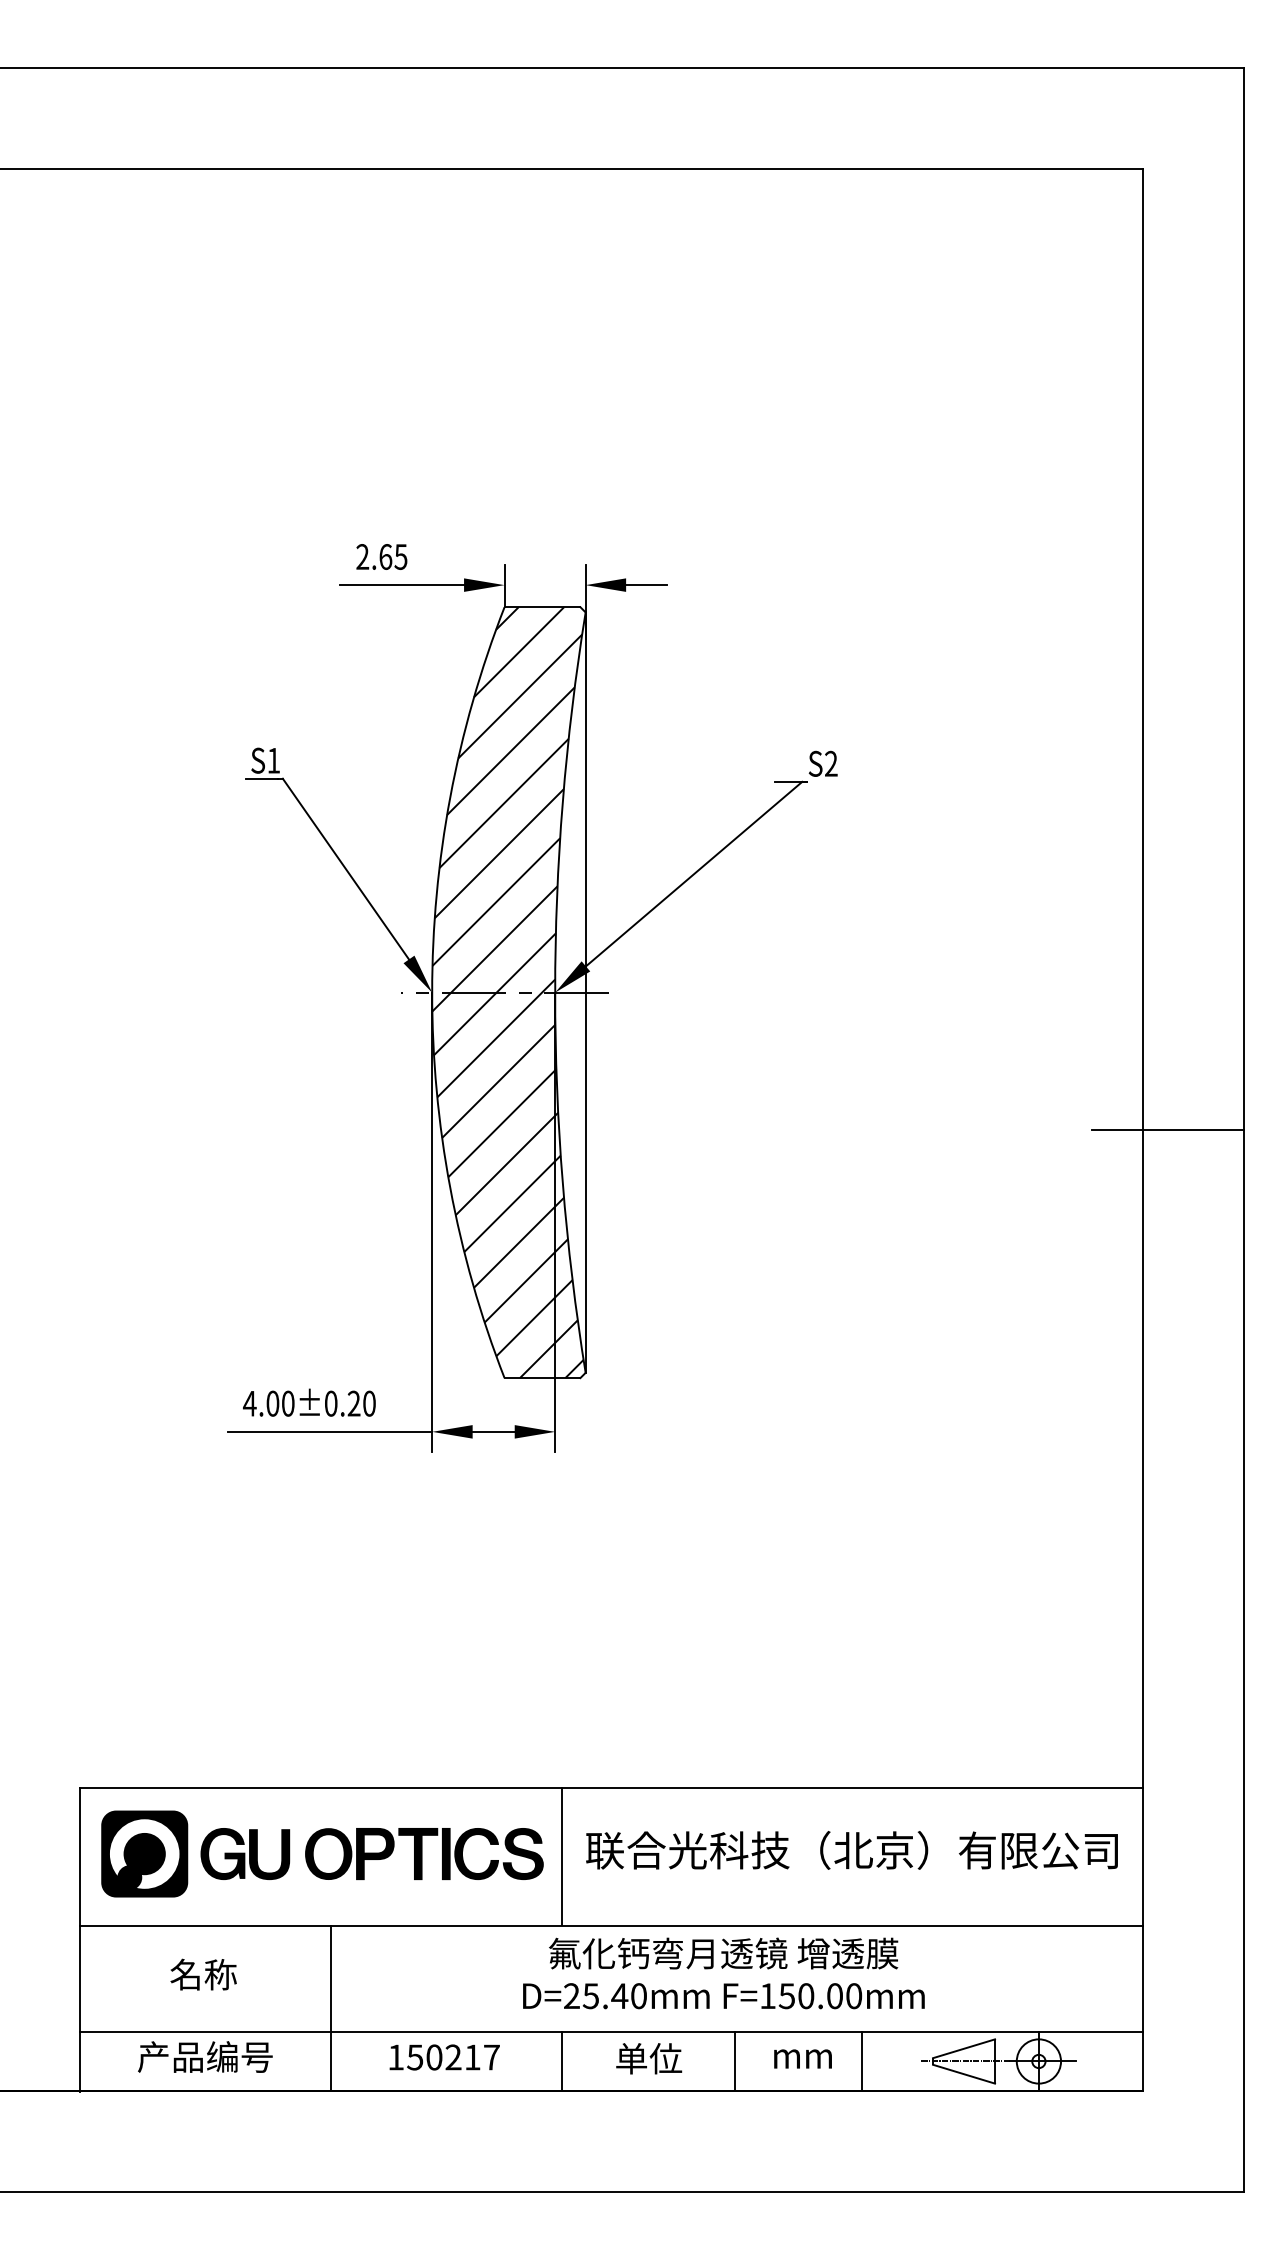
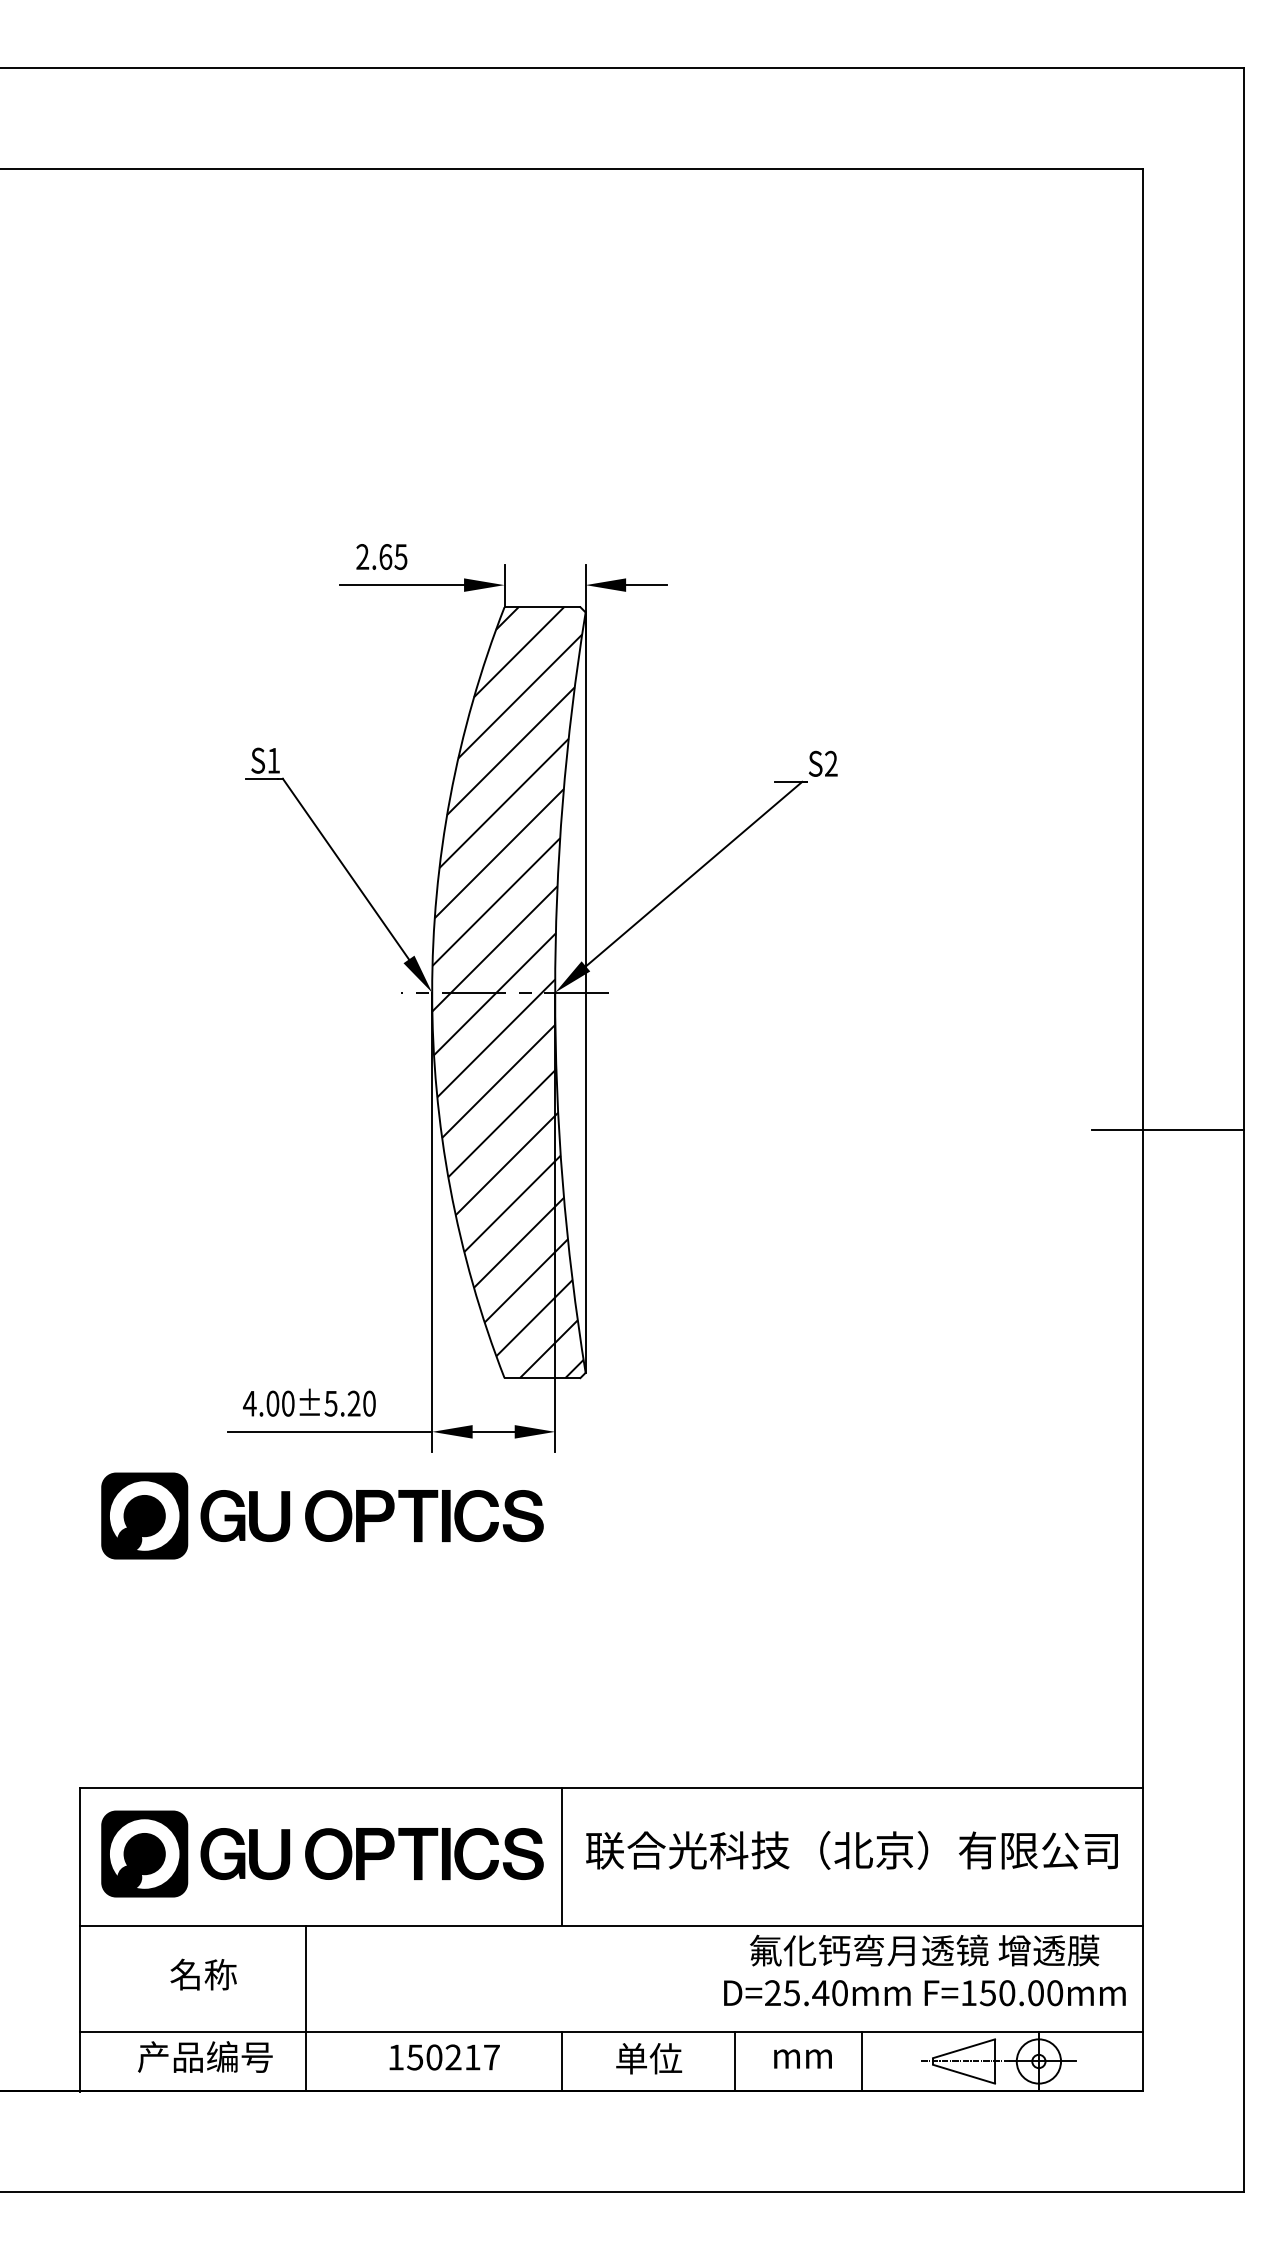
text at (330, 1403): 4.00±0 -> 4.00±5
part at (322, 1515): none -> present
text at (723, 1973) position: (723, 1973) -> (924, 1970)
line at (330, 2008) position: (330, 2008) -> (305, 2008)
